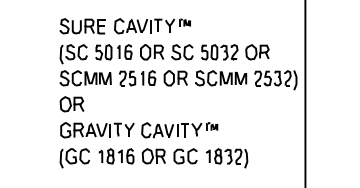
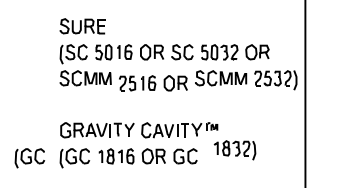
part at (152, 26): present -> none
part at (153, 78) position: (153, 78) -> (153, 83)
part at (71, 104): present -> none
part at (29, 158): none -> present
part at (226, 158) position: (226, 158) -> (234, 150)
